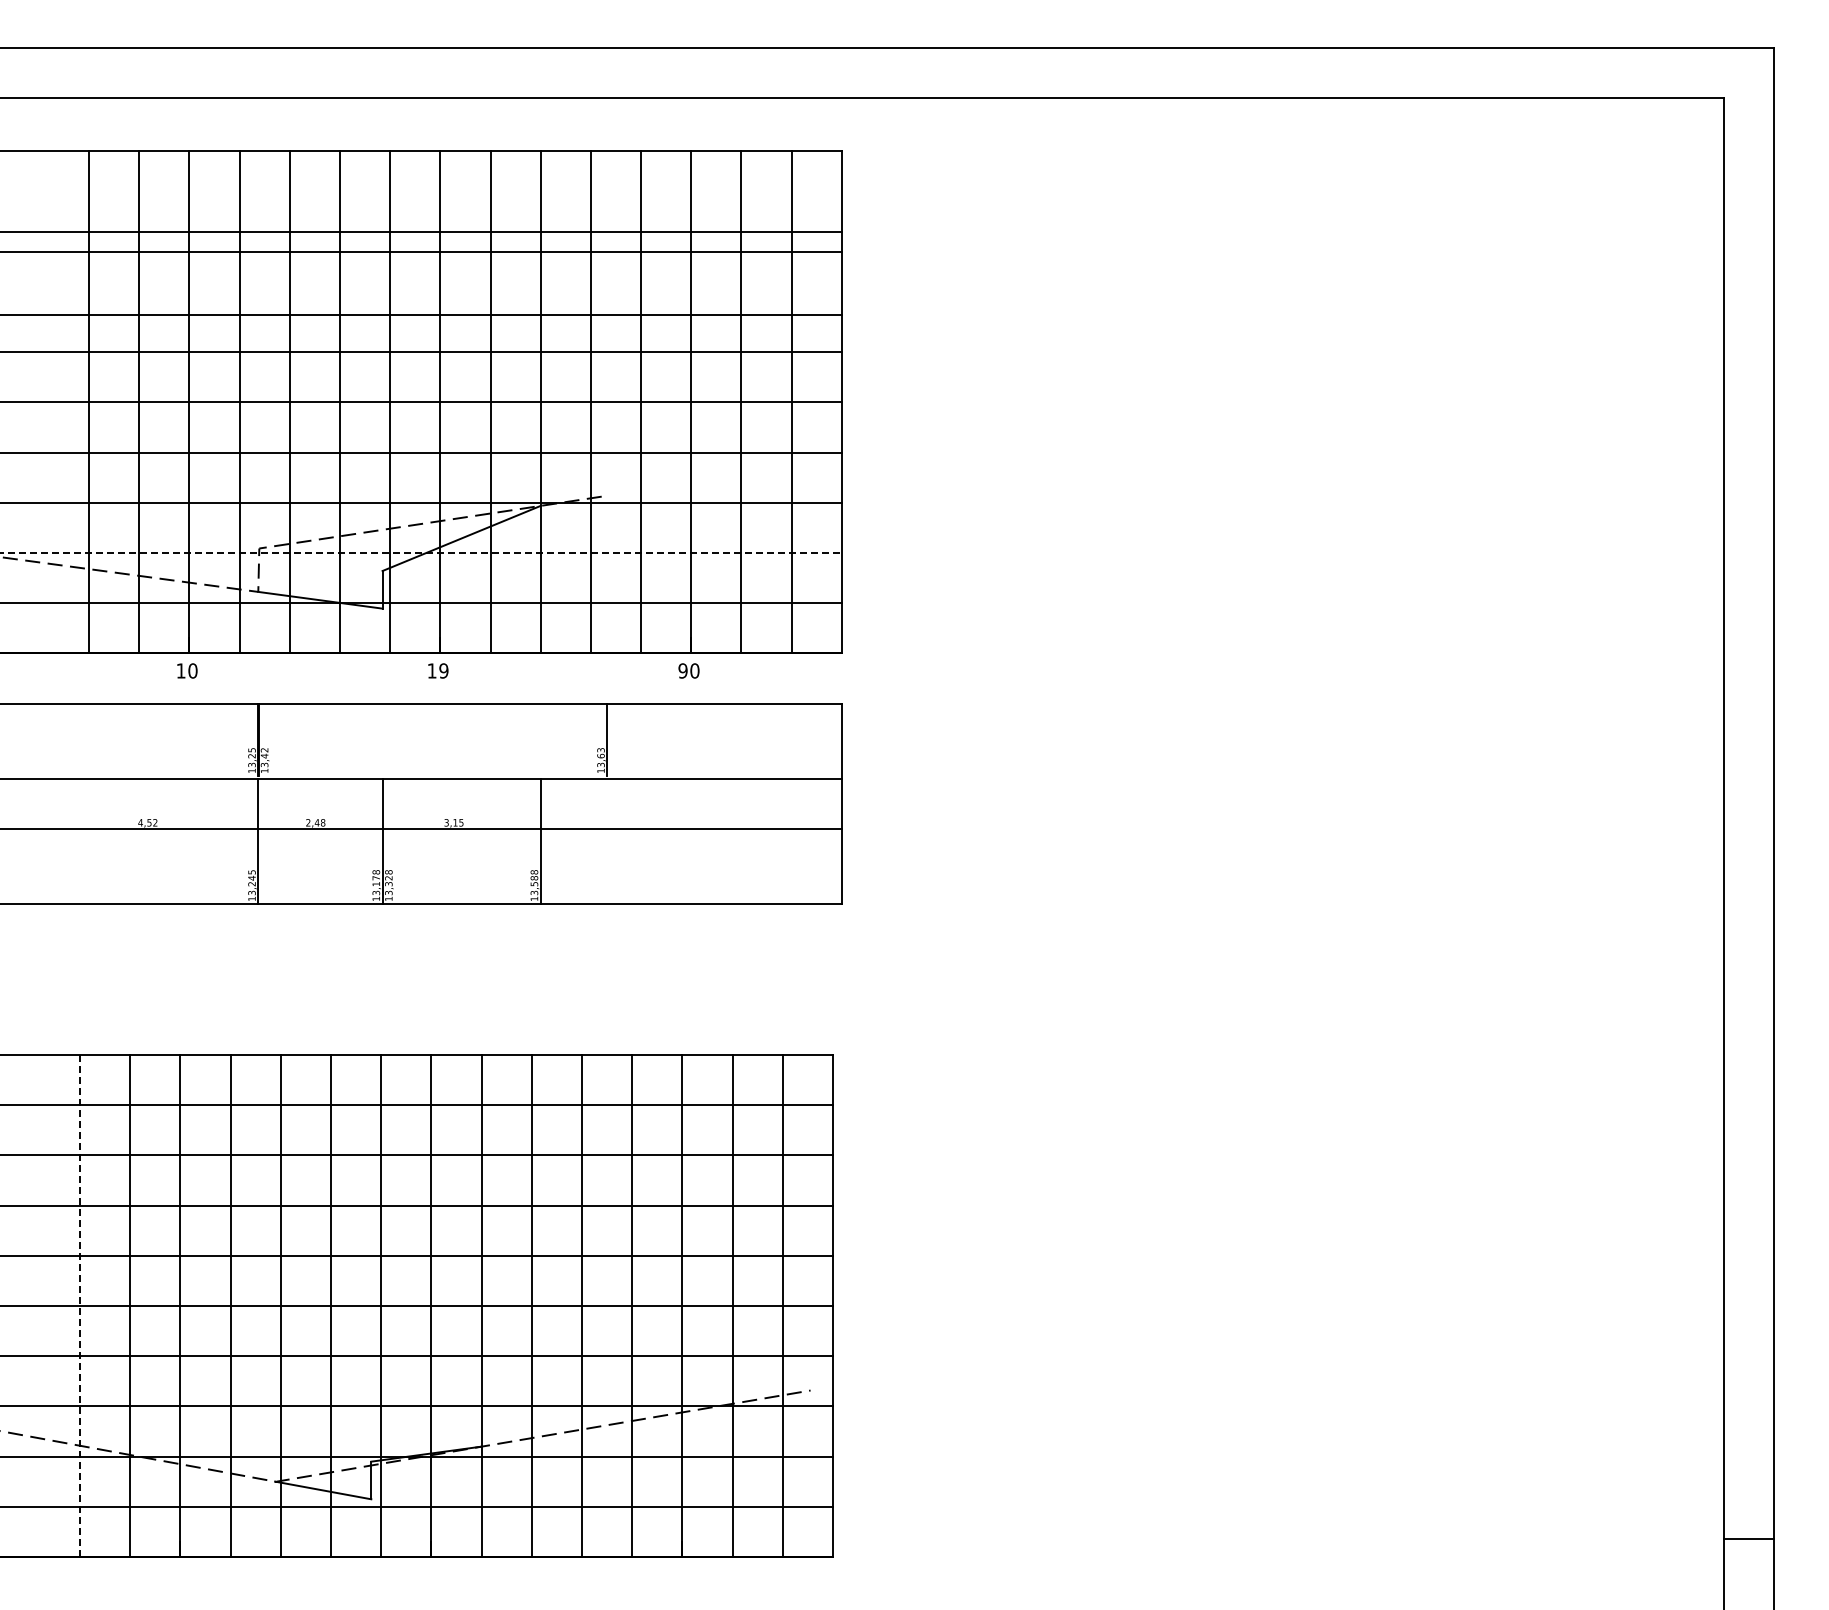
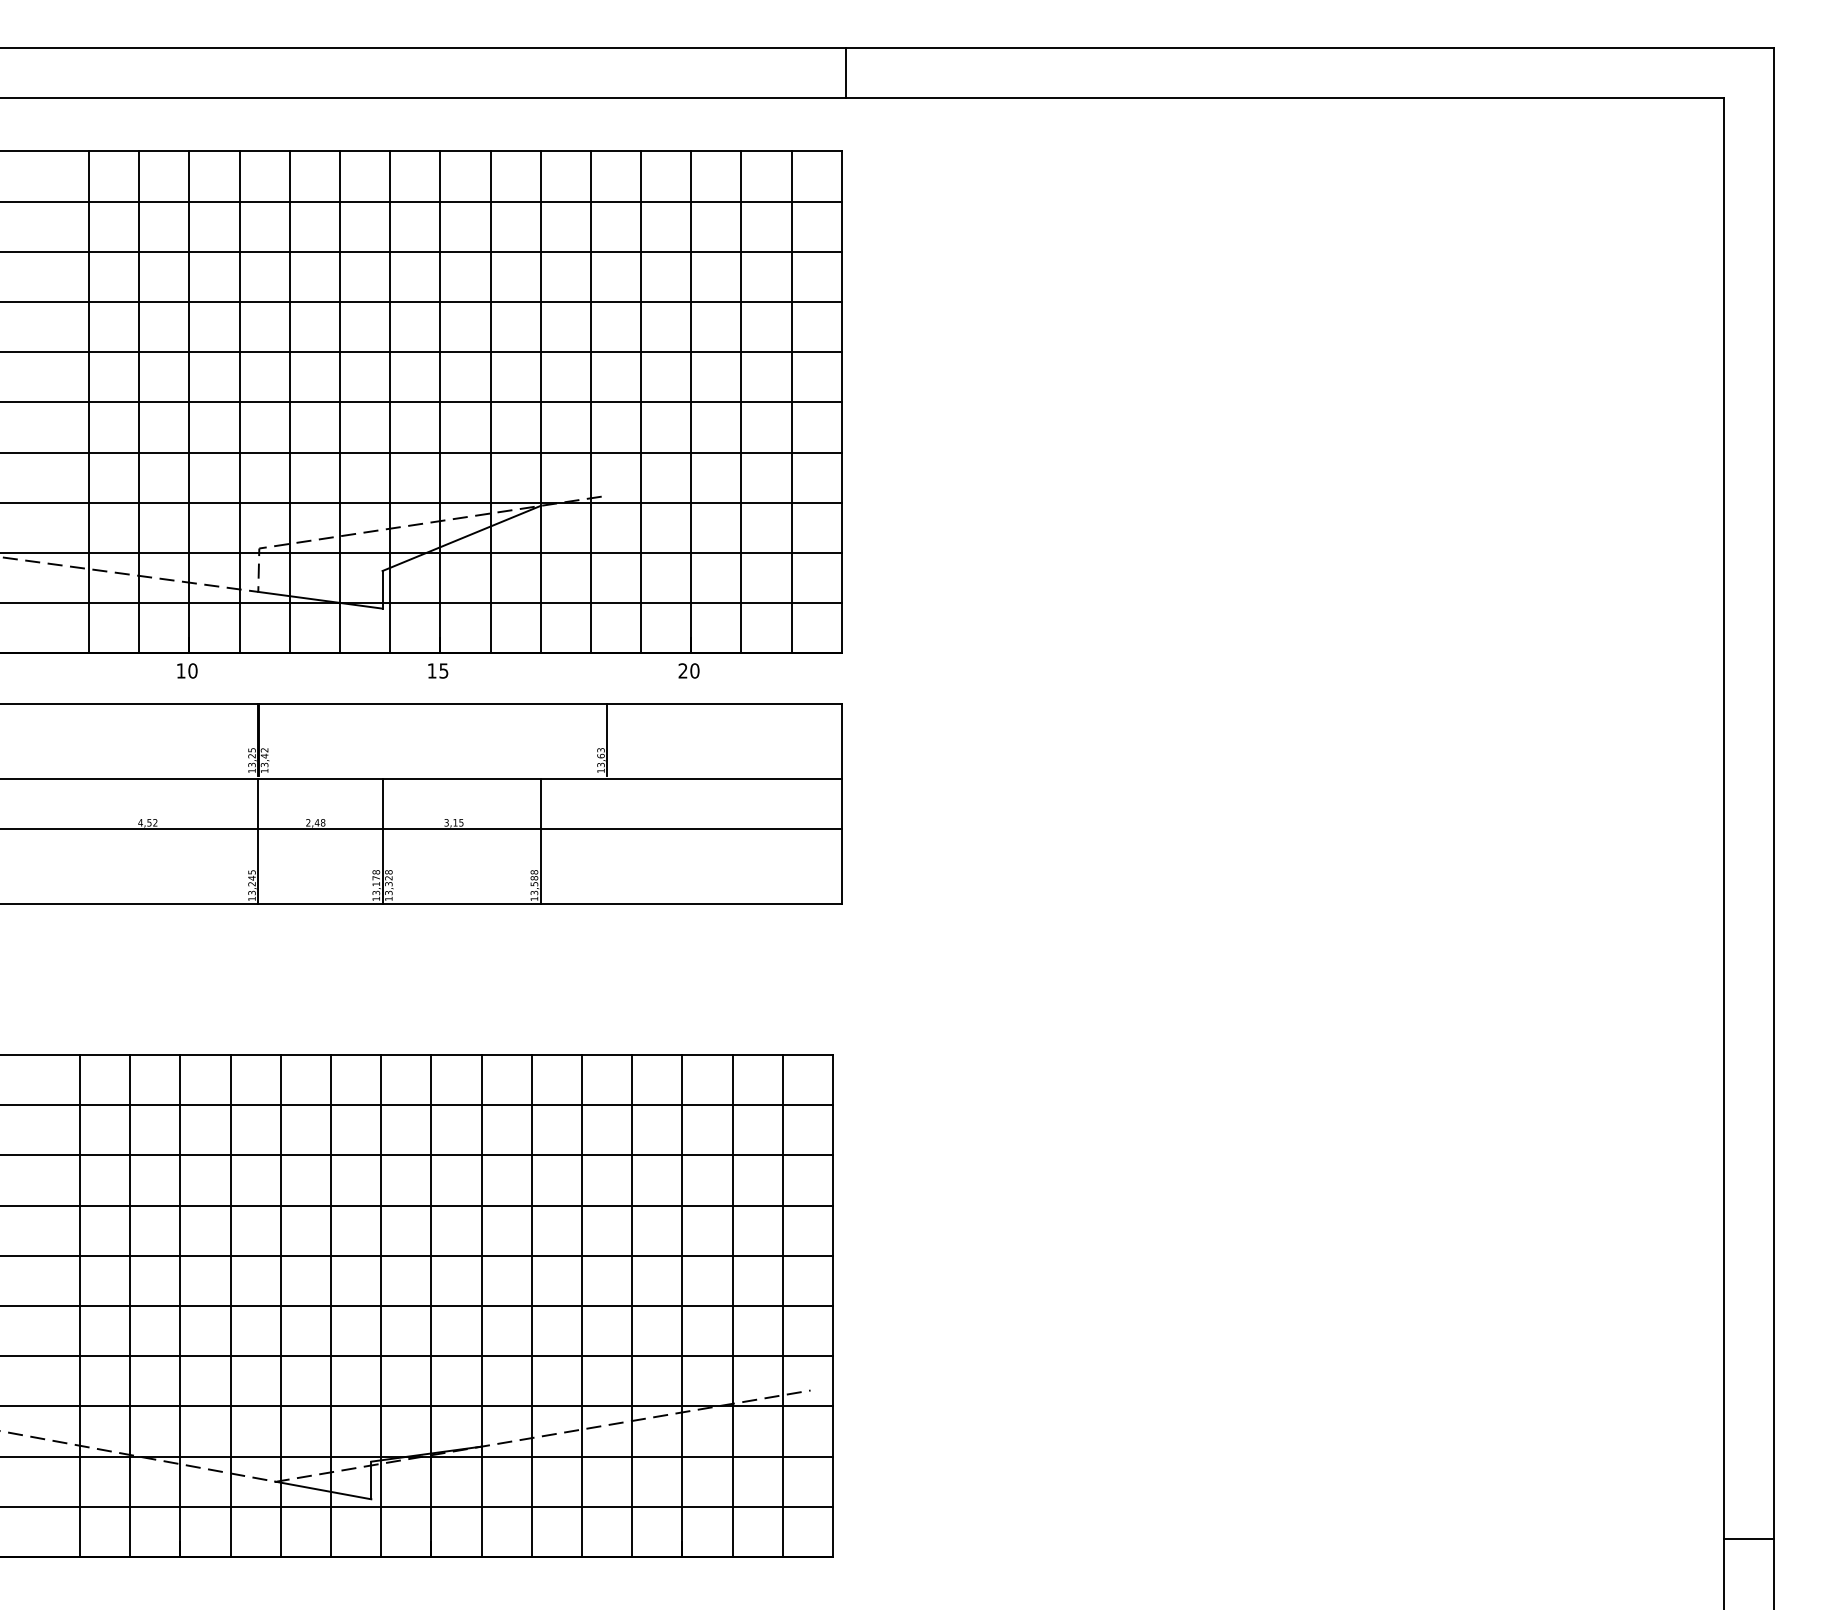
line at (845, 73): none -> present
line at (421, 231) position: (421, 231) -> (421, 201)
line at (421, 315) position: (421, 315) -> (421, 302)
line at (420, 553): dashed -> solid
text at (443, 670): 19 -> 15
text at (682, 670): 90 -> 20
line at (80, 1305): dashed -> solid
